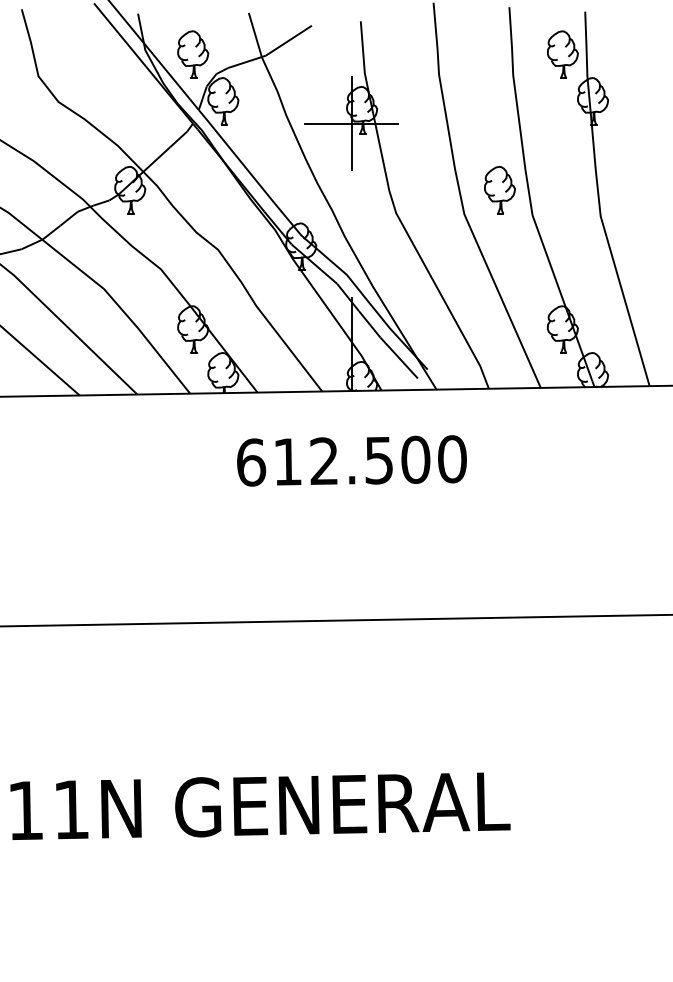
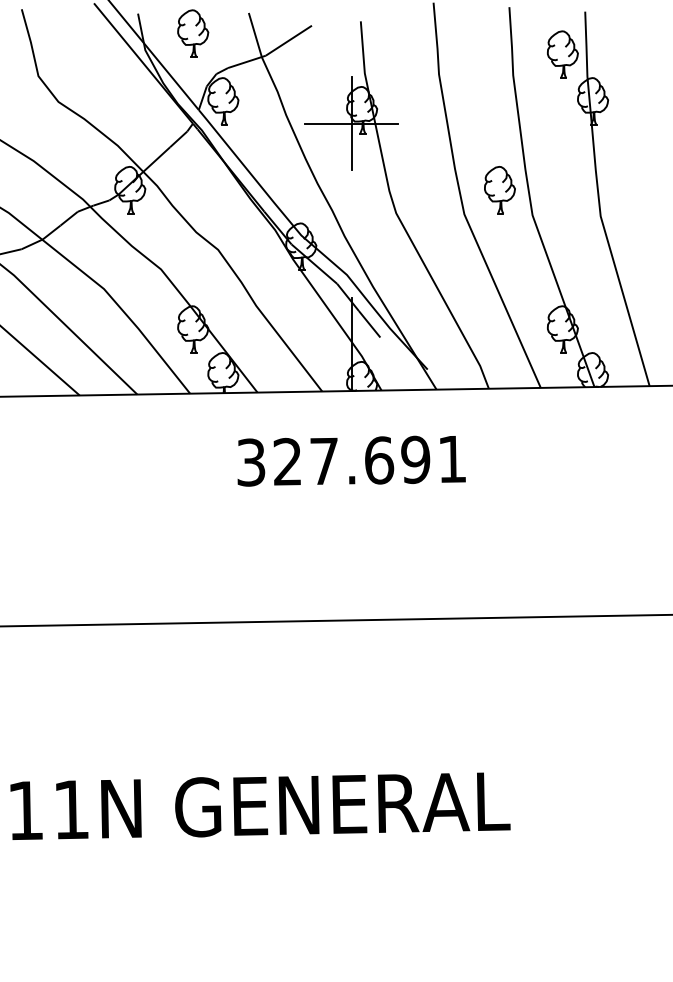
part at (193, 54) position: (193, 54) -> (193, 33)
line at (398, 357): present -> none
text at (351, 460): 612.500 -> 327.691
